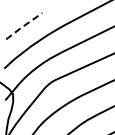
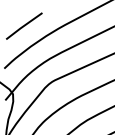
line at (23, 26): dashed -> solid
